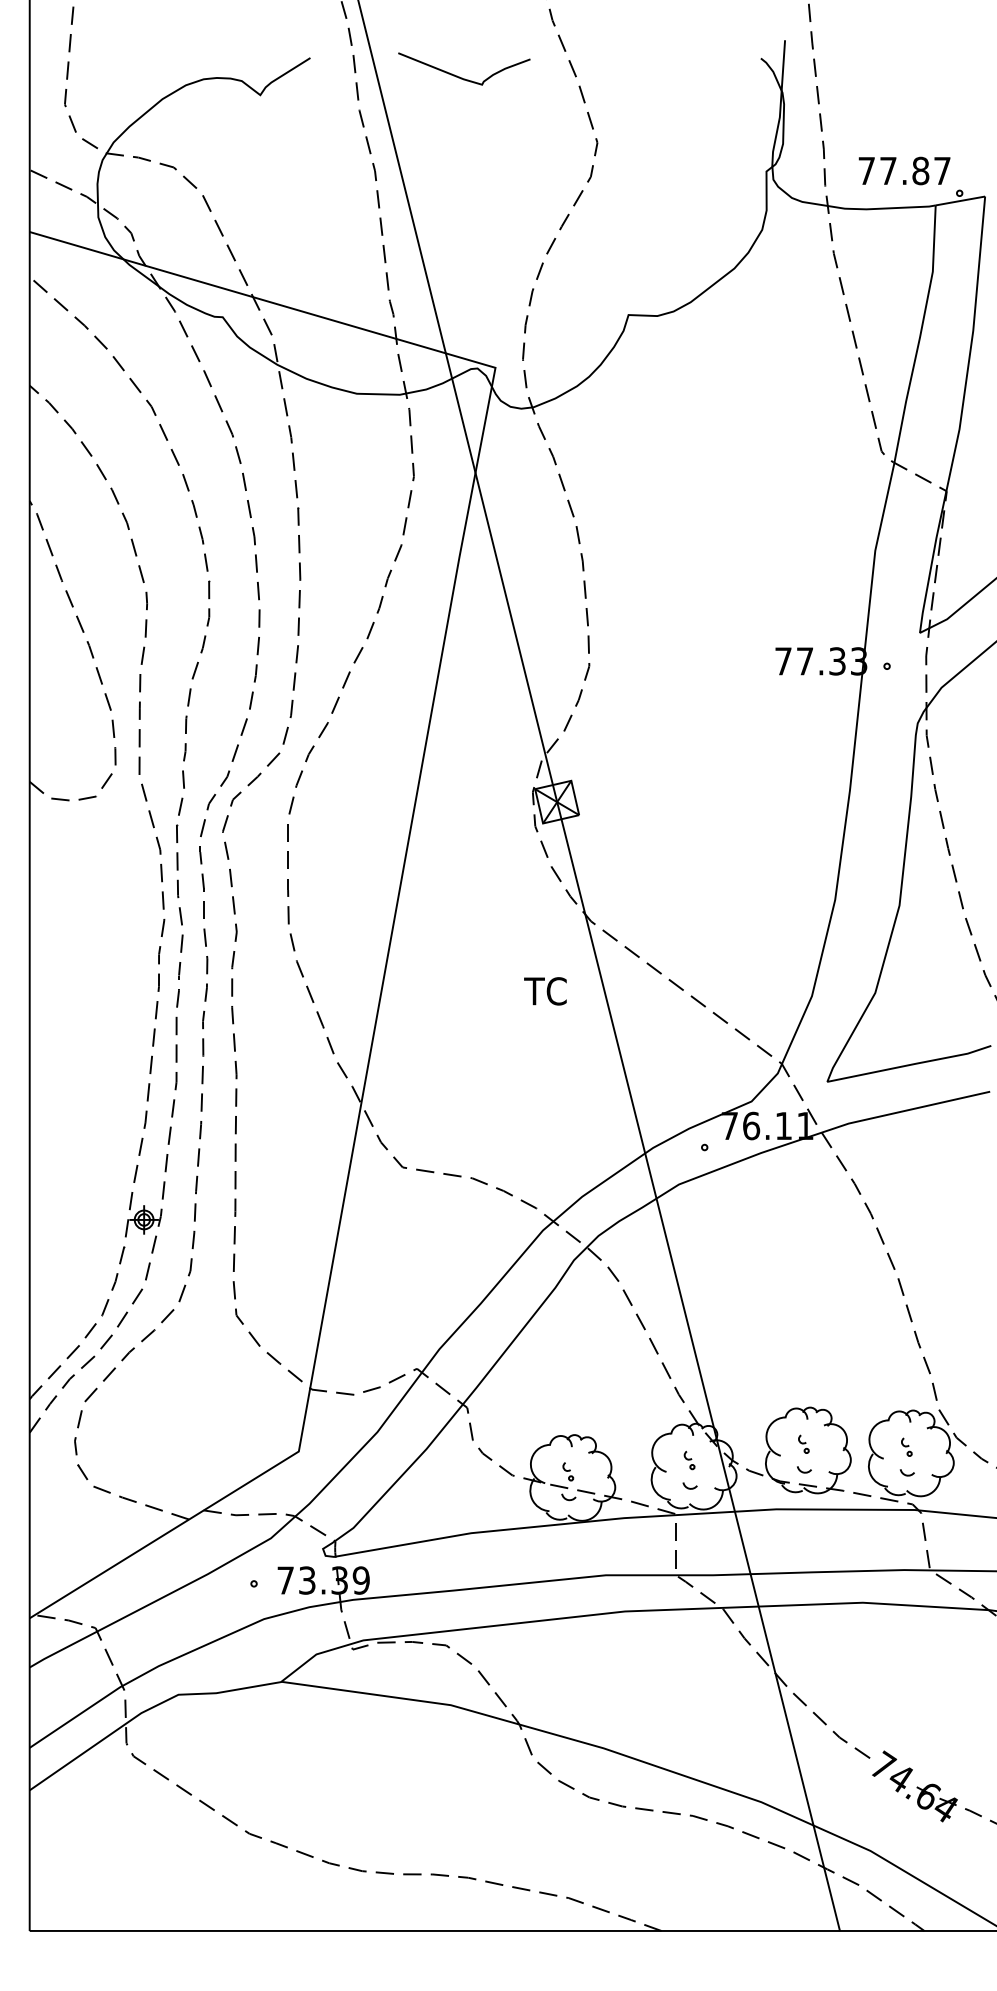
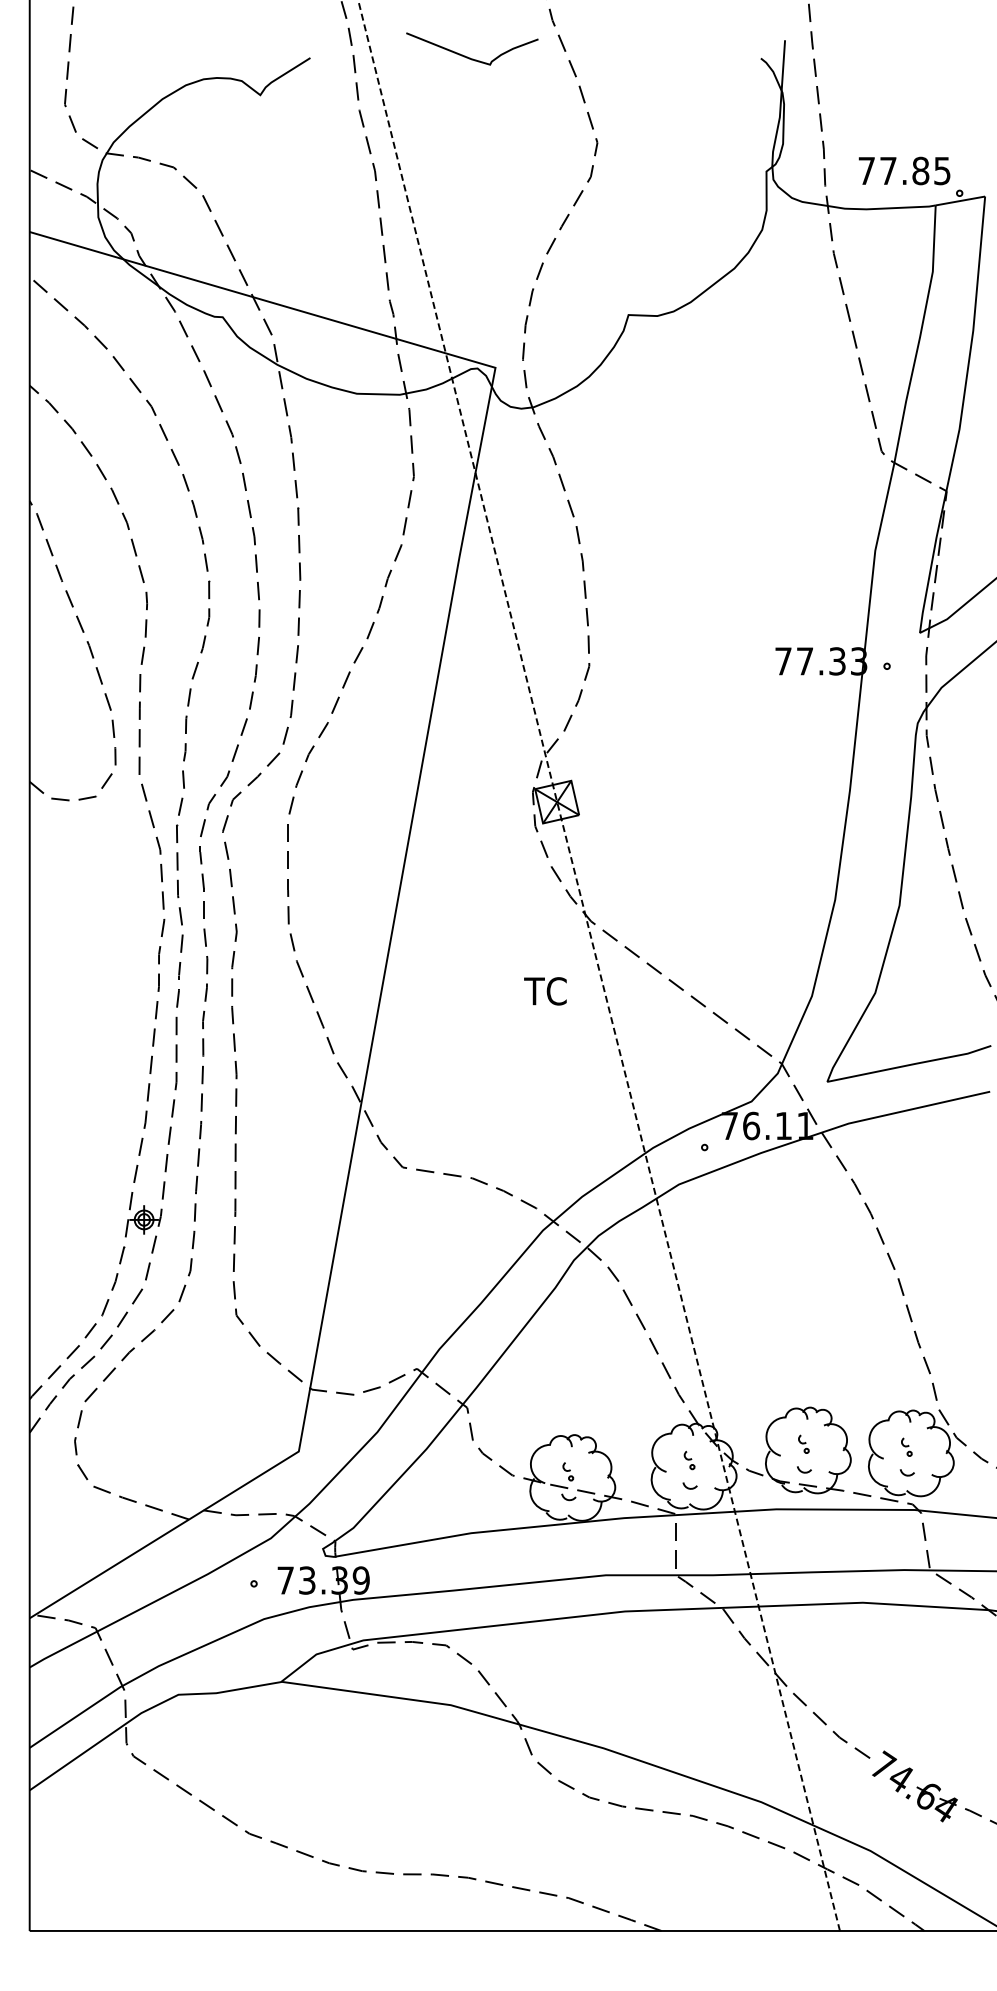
curve at (462, 77) position: (462, 77) -> (470, 57)
text at (942, 171): 77.87 -> 77.85
line at (598, 965): solid -> dashed
